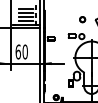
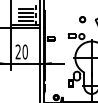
text at (17, 51): 60 -> 20
